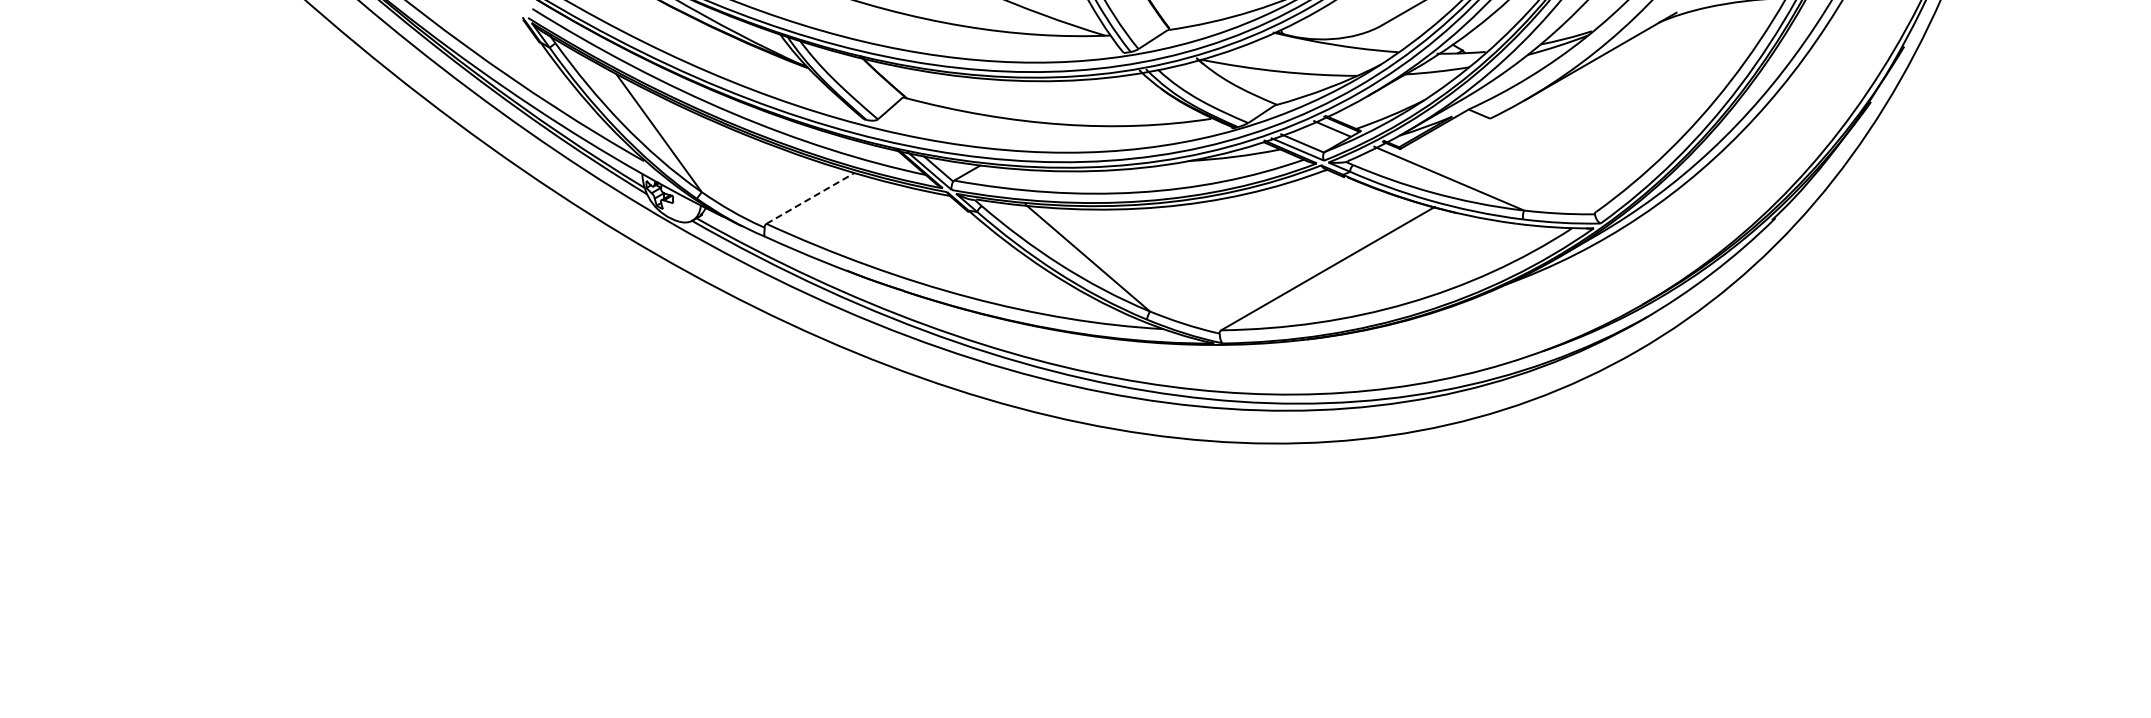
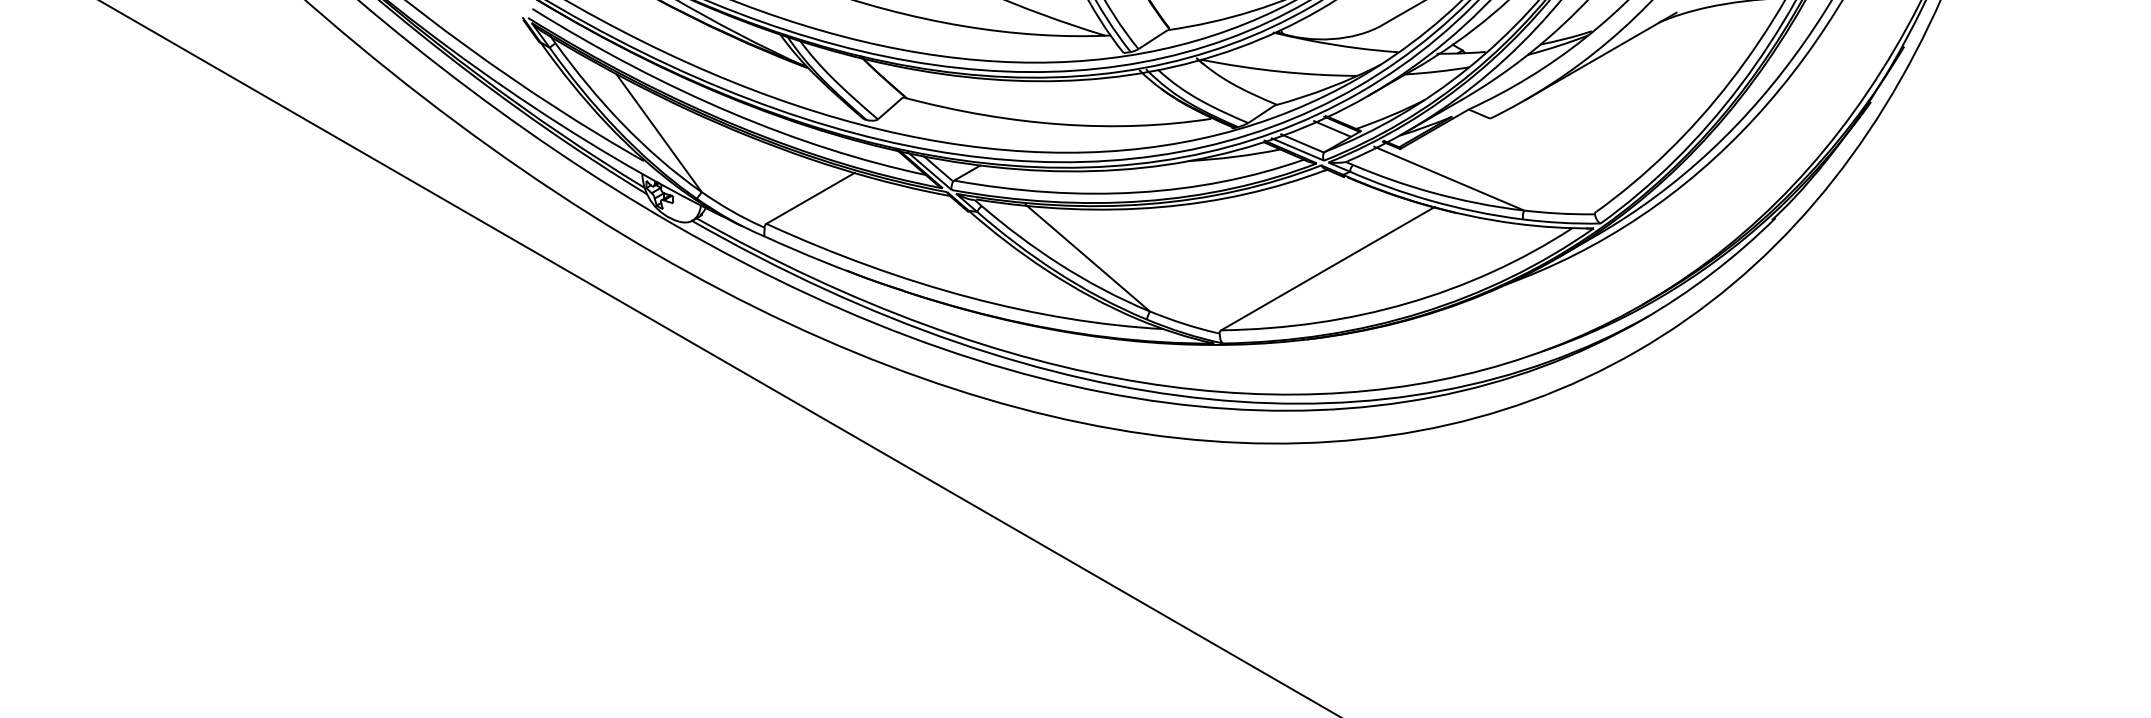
line at (811, 198): dashed -> solid
line at (719, 358): none -> present
